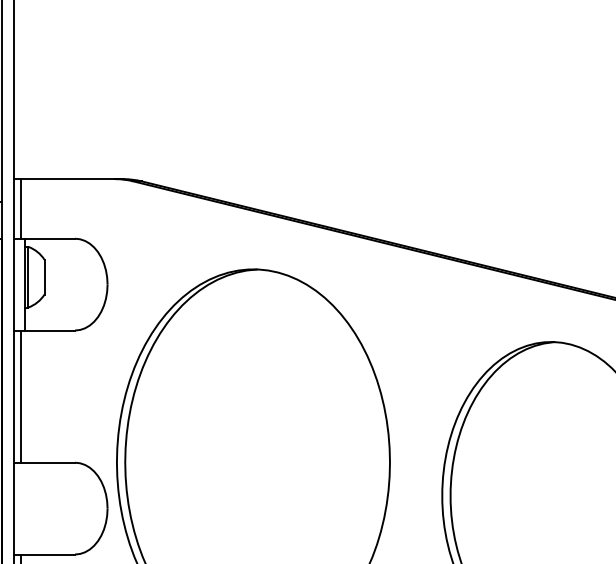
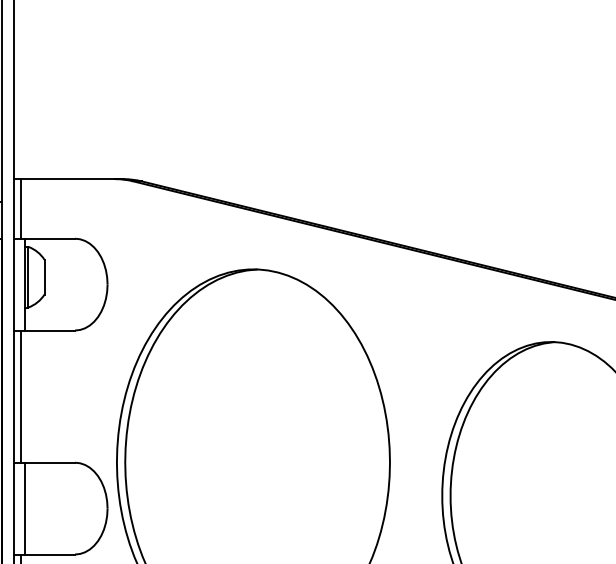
line at (25, 508): none -> present
